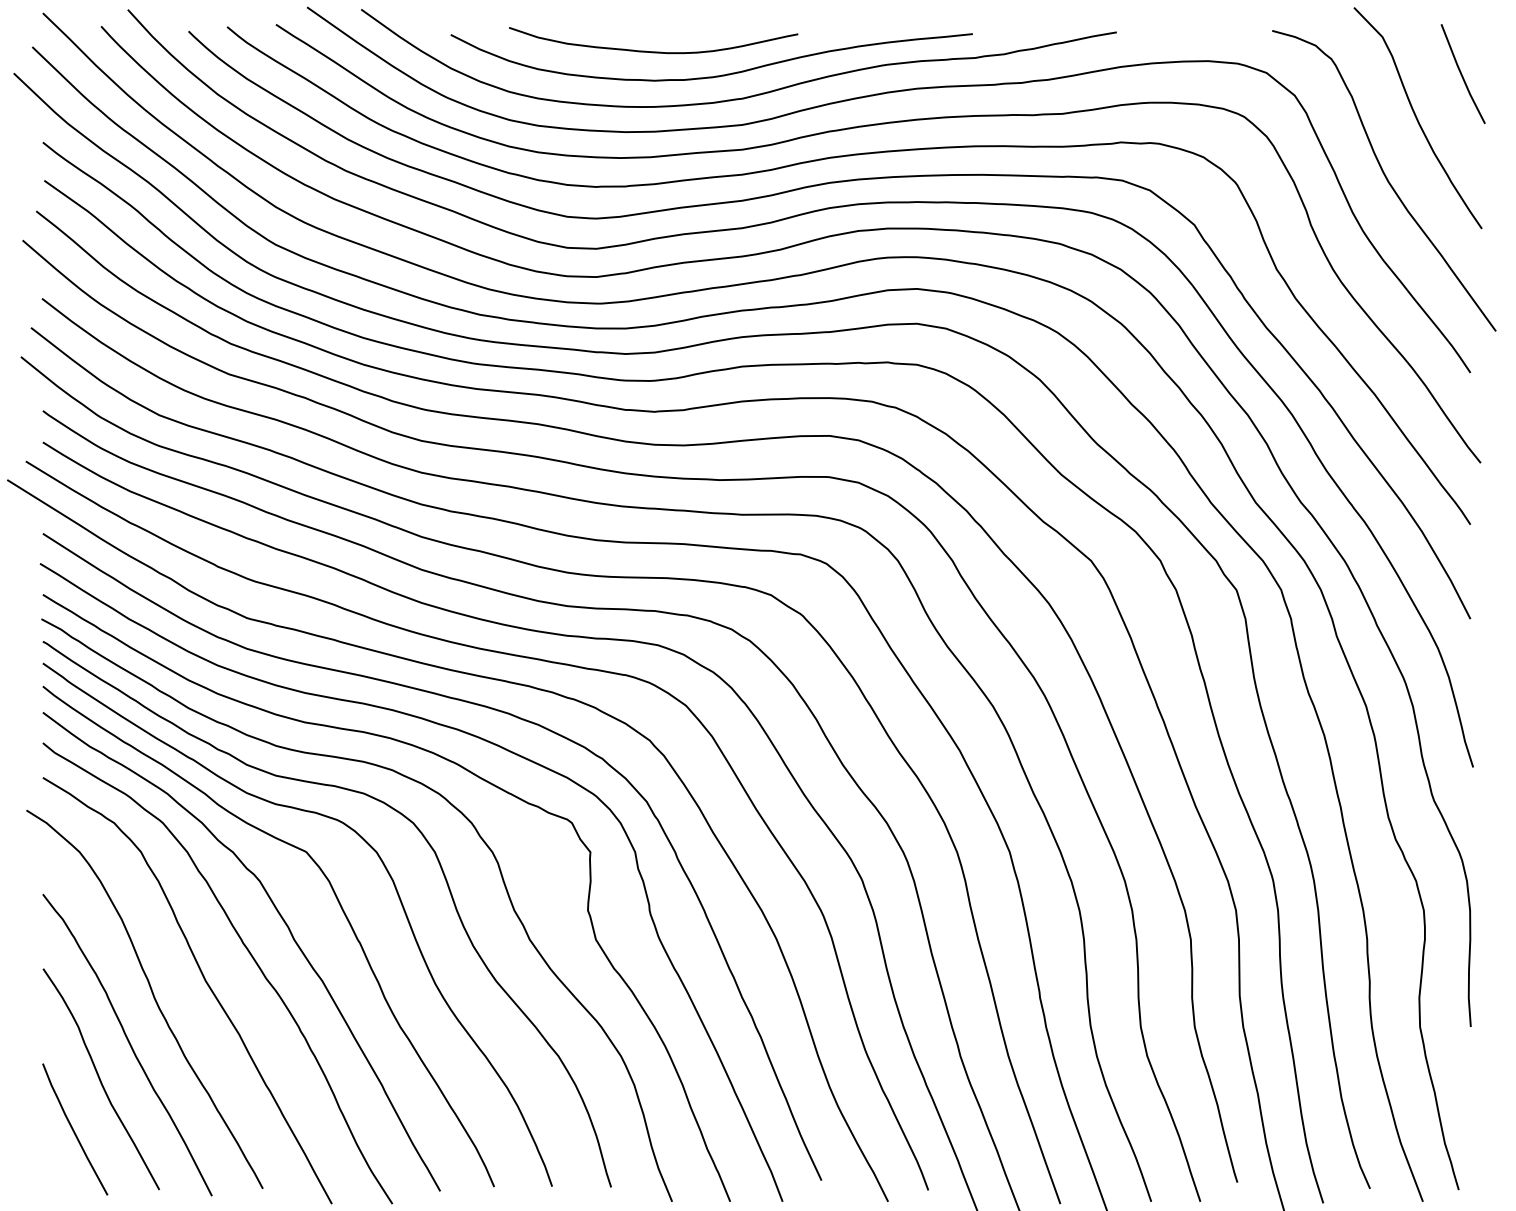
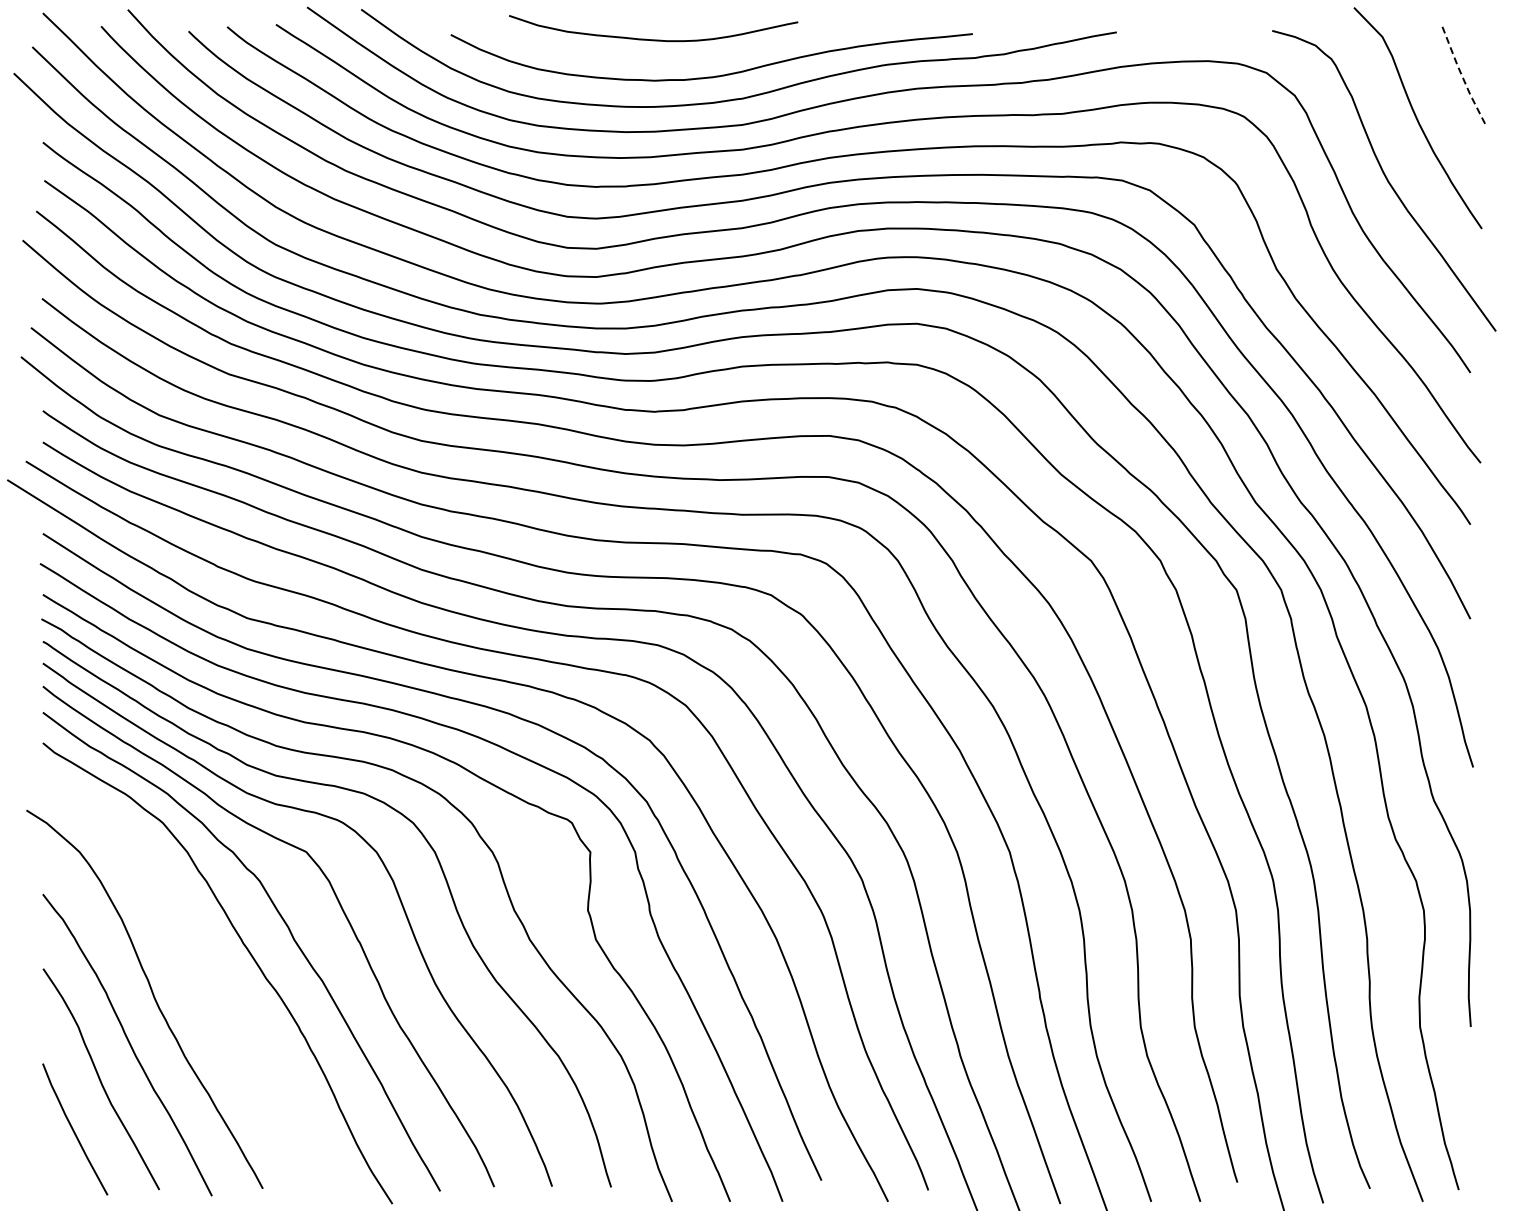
curve at (653, 51) position: (653, 51) -> (653, 39)
line at (1461, 74): solid -> dashed
curve at (205, 982): present -> none
